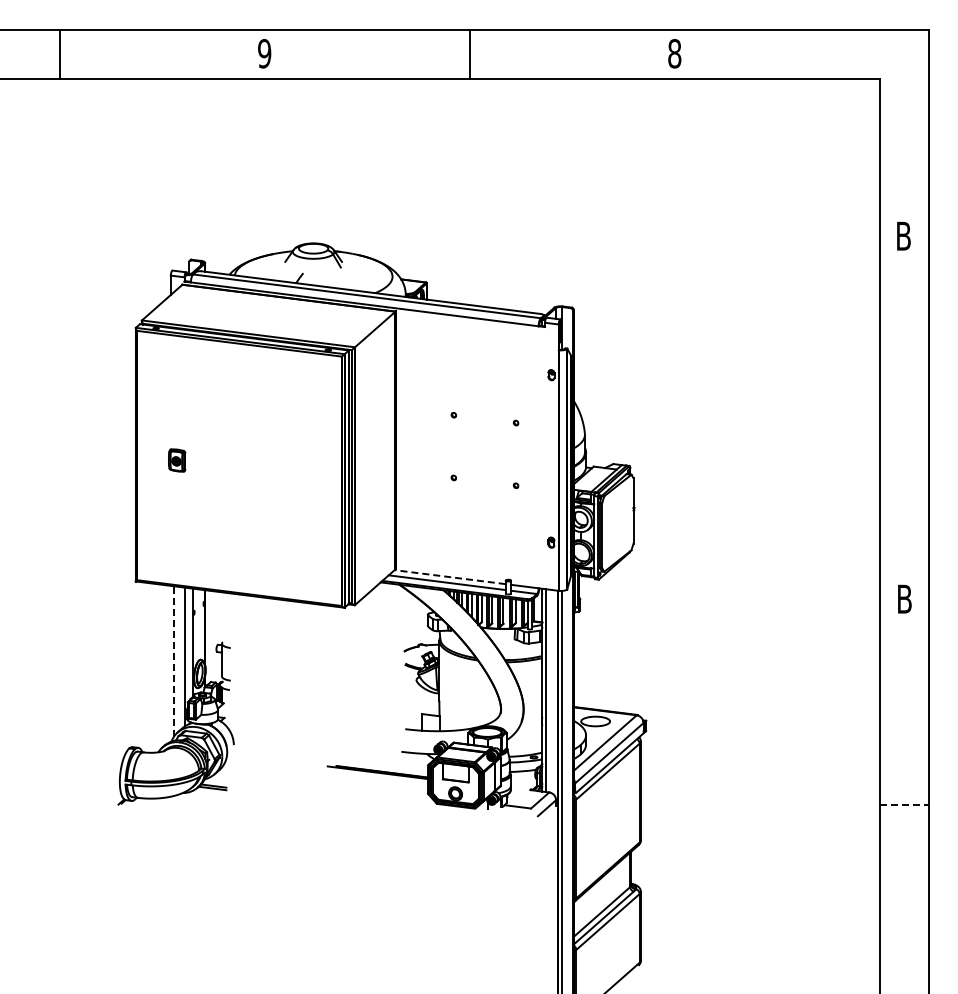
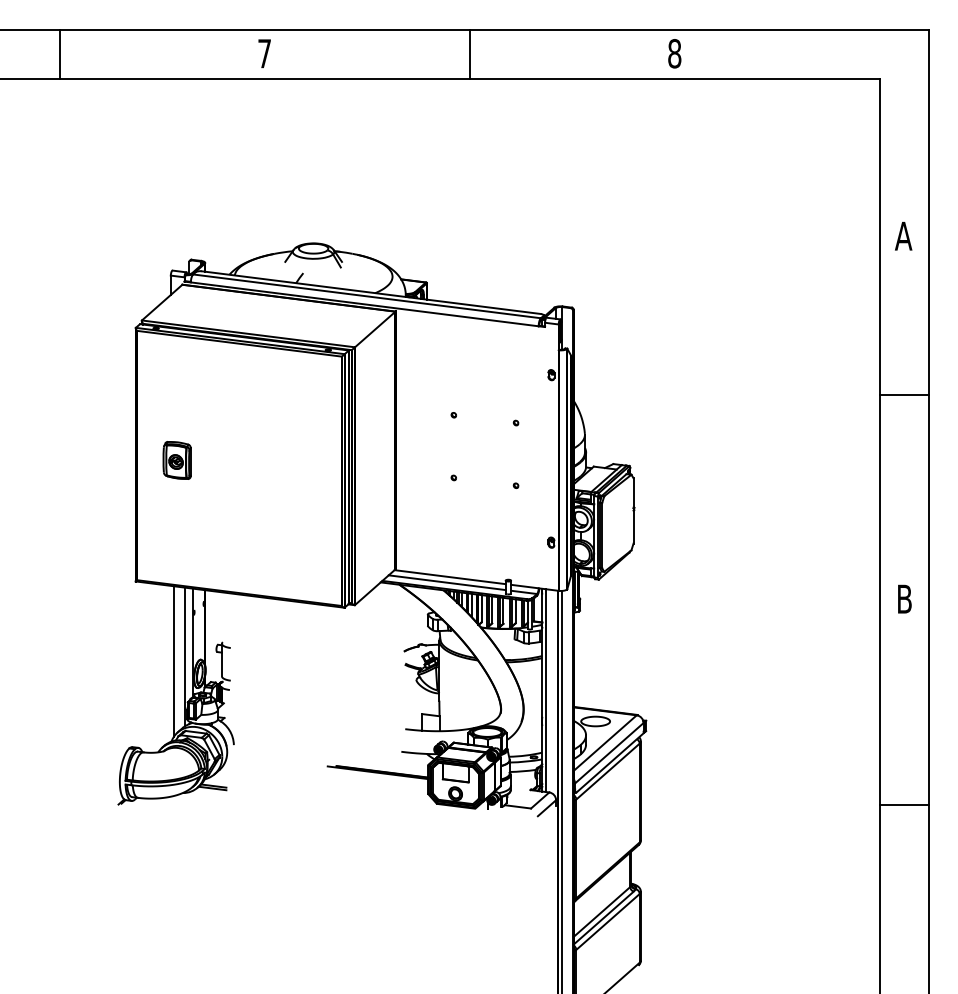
text at (264, 53): 9 -> 7
text at (903, 235): B -> A
line at (904, 394): none -> present
part at (177, 460) size: 19x25 px -> 30x39 px
line at (450, 577): dashed -> solid
line at (173, 660): dashed -> solid
line at (904, 804): dashed -> solid
